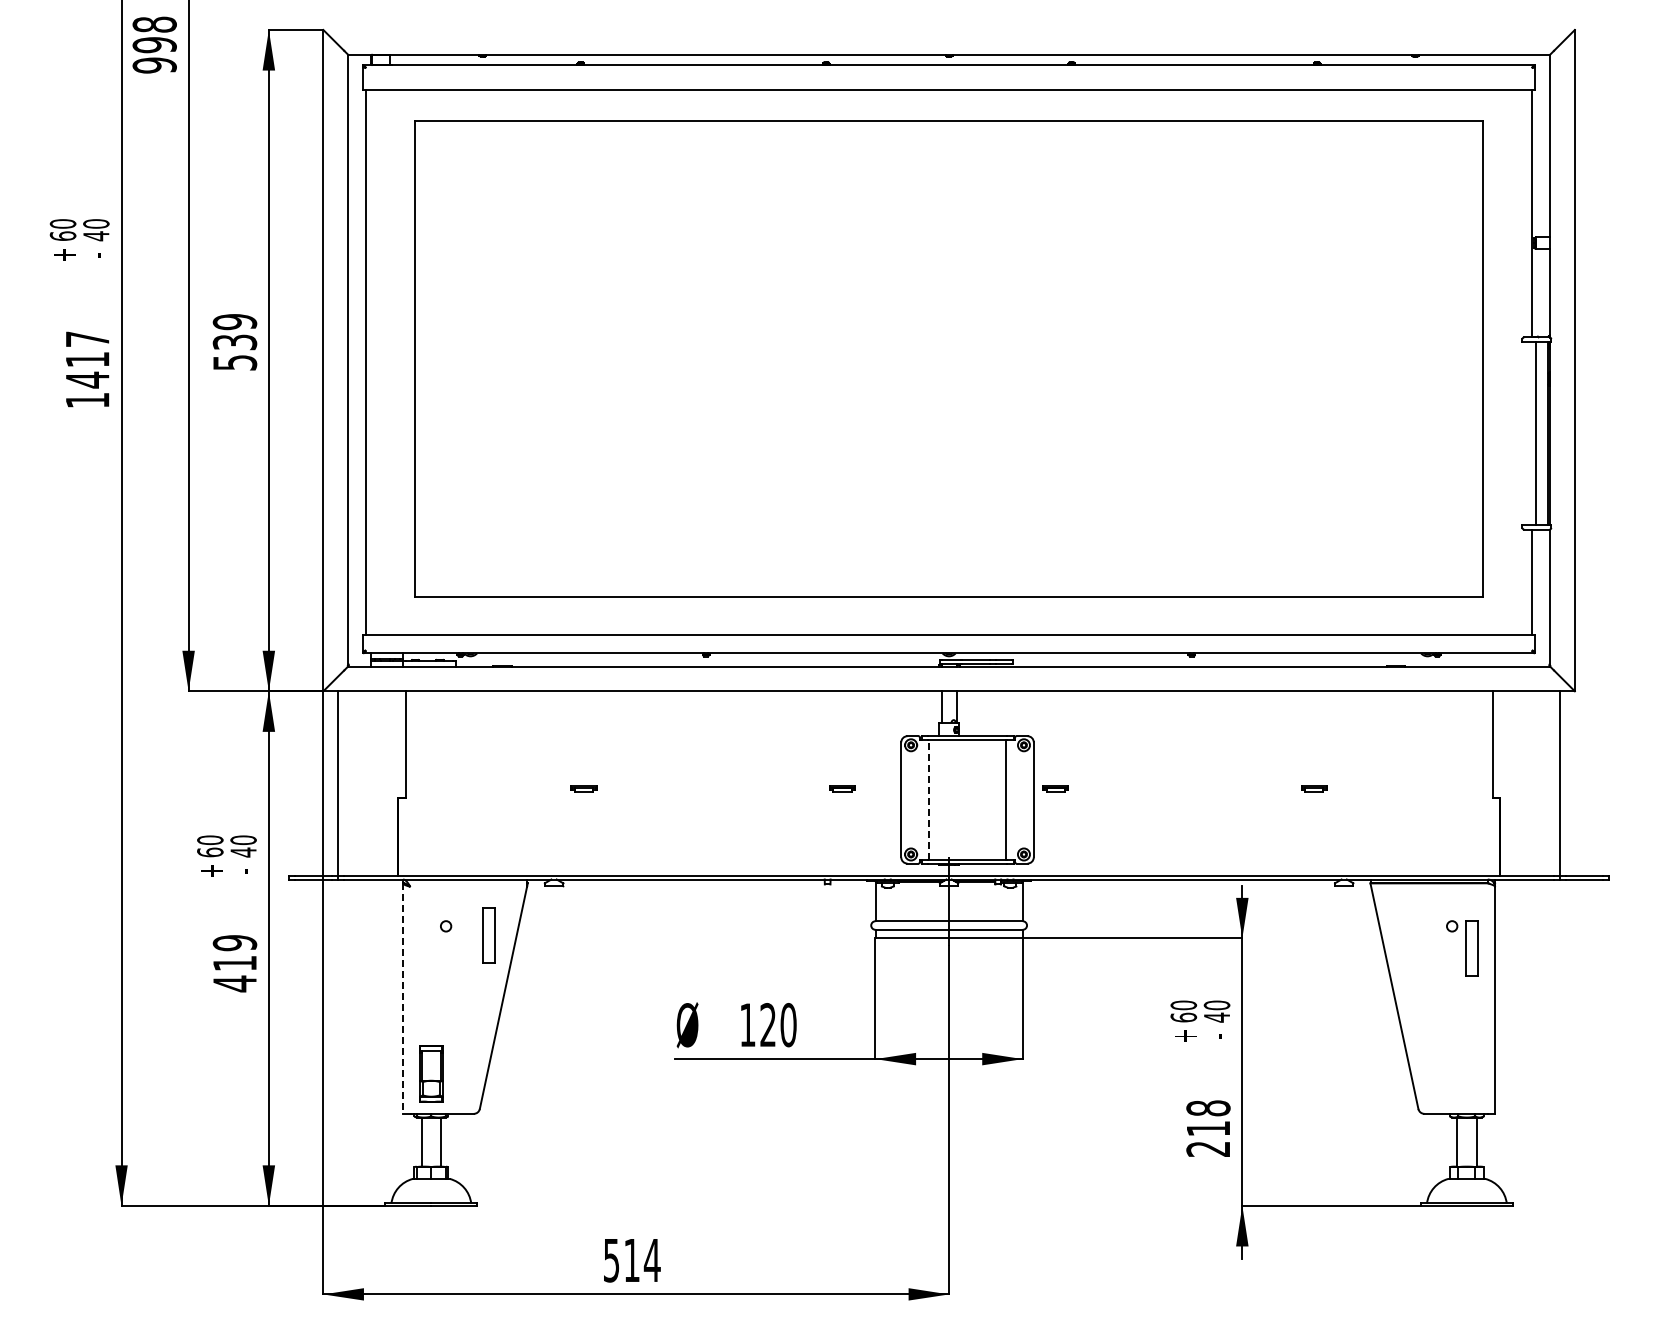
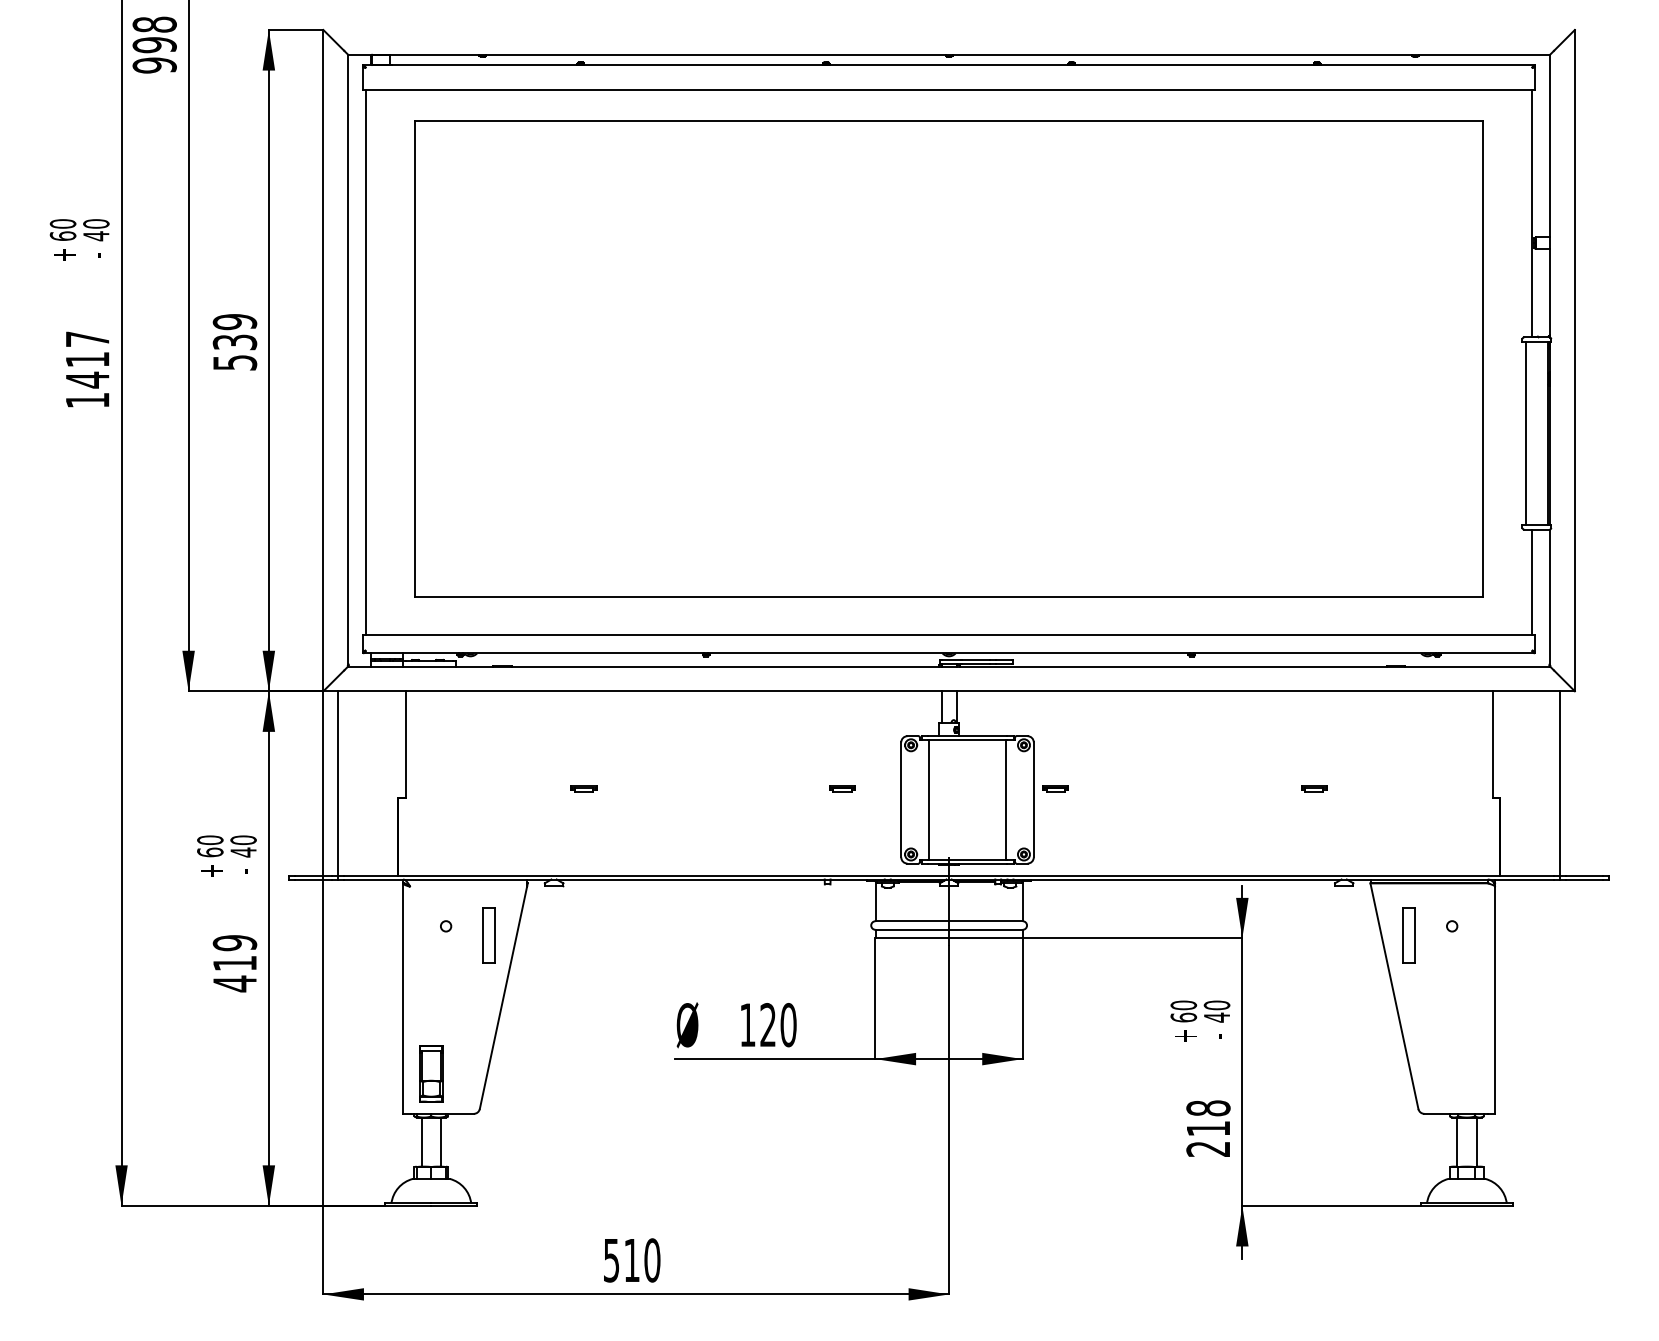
line at (1535, 433) position: (1535, 433) -> (1525, 433)
line at (928, 799): dashed -> solid
part at (1471, 948) position: (1471, 948) -> (1408, 935)
line at (403, 999): dashed -> solid
text at (651, 1260): 514 -> 510
